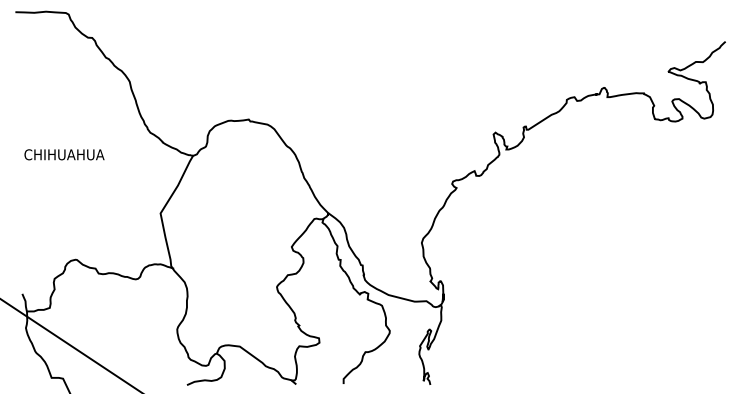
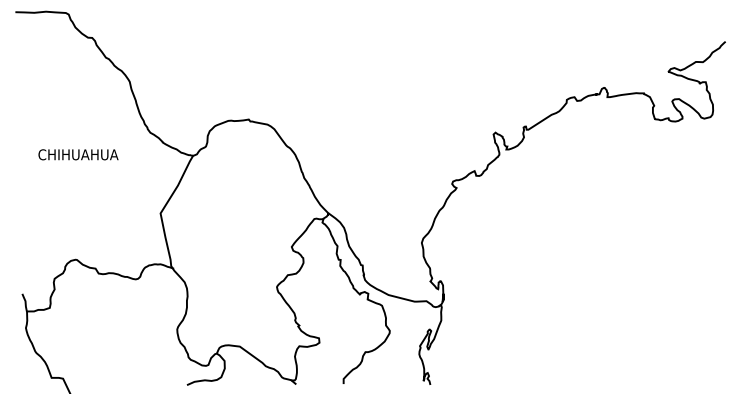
text at (64, 154) position: (64, 154) -> (78, 154)
line at (70, 345): present -> none
